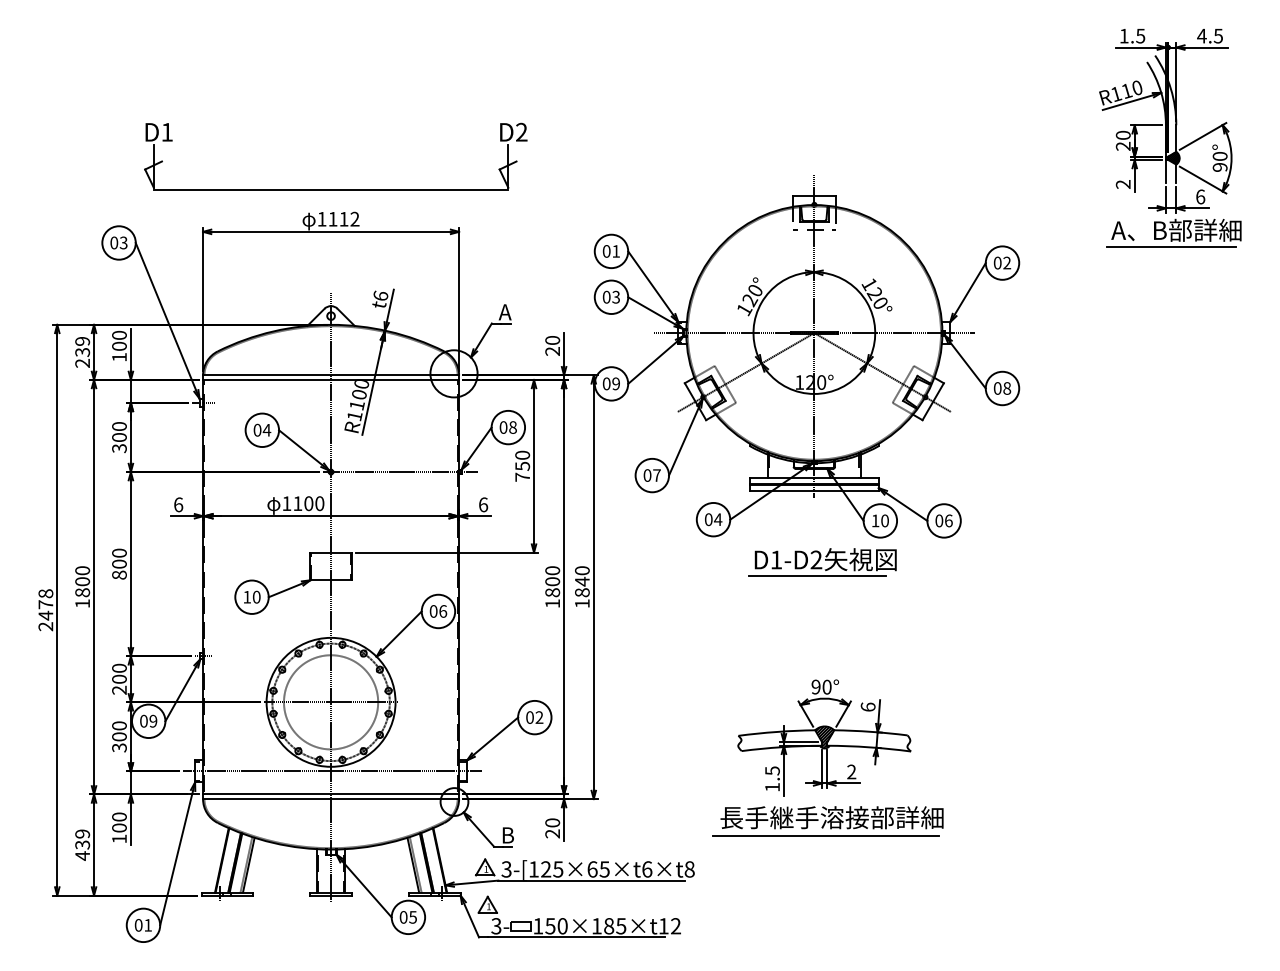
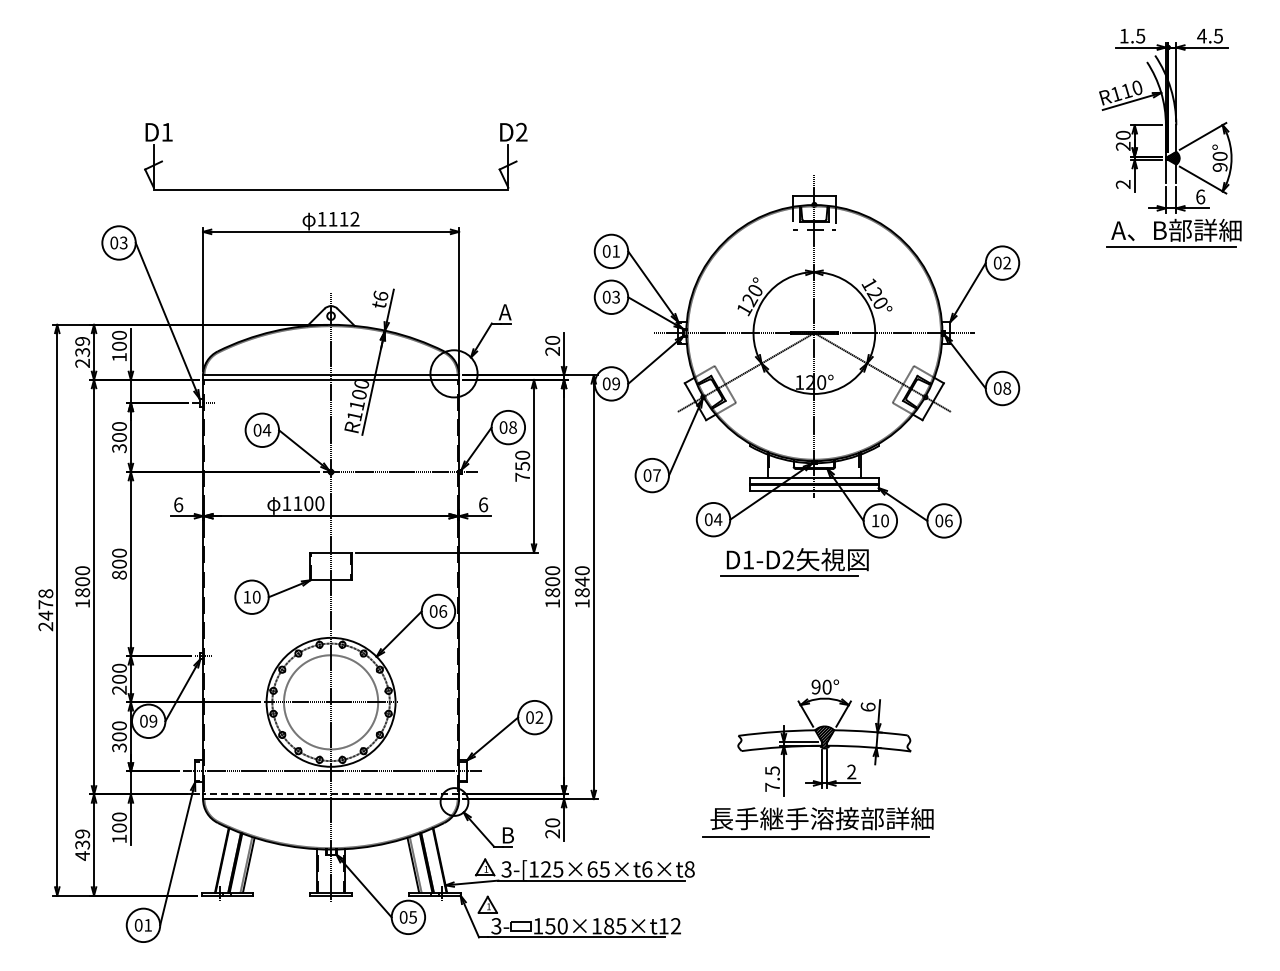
part at (822, 562) position: (822, 562) -> (794, 562)
text at (772, 786): 1.5 -> 7.5
line at (330, 794): solid -> dashed
part at (827, 821) position: (827, 821) -> (817, 822)
